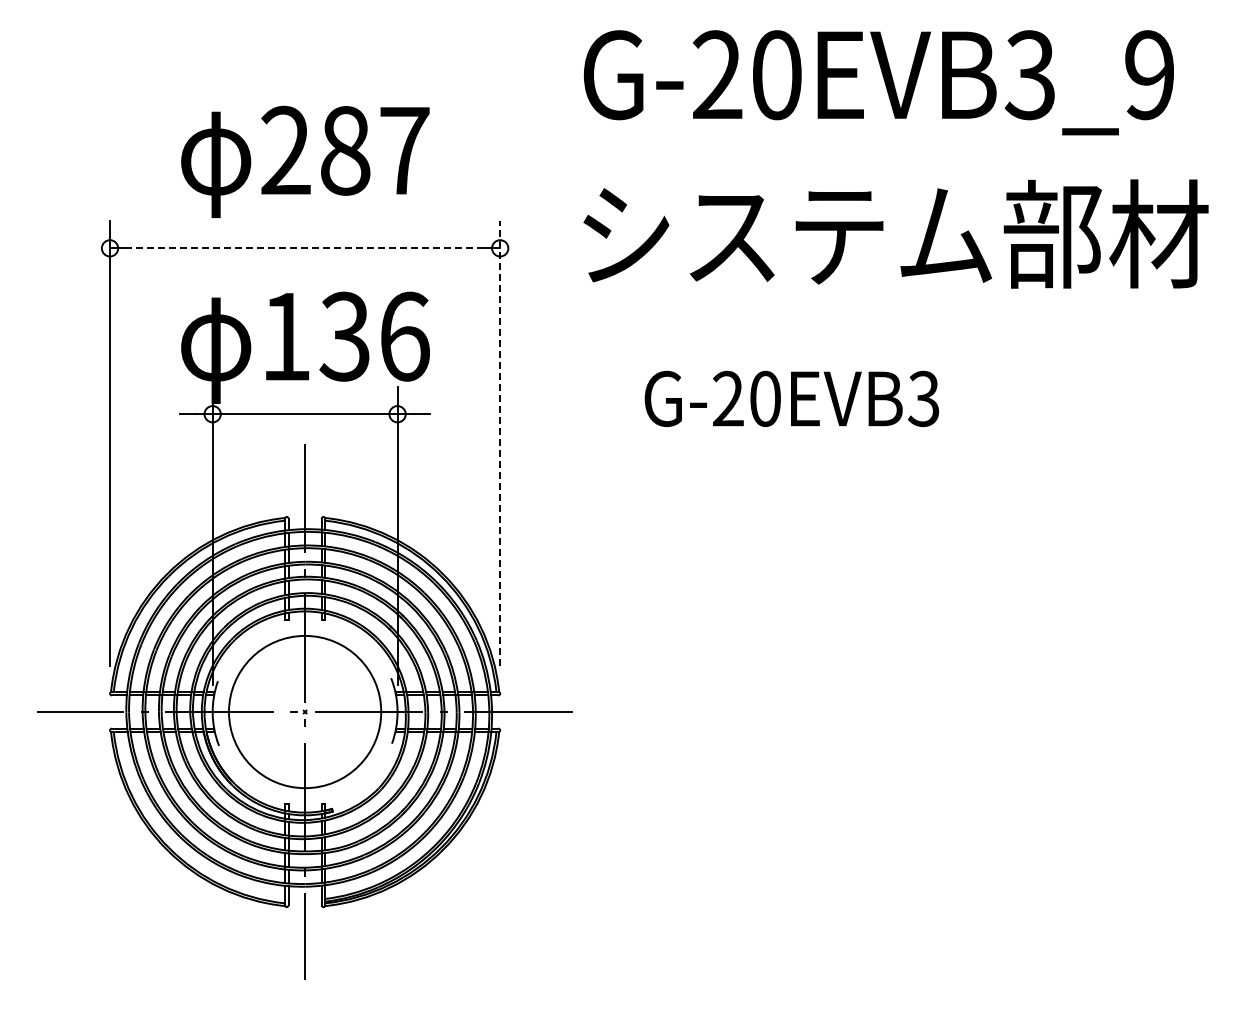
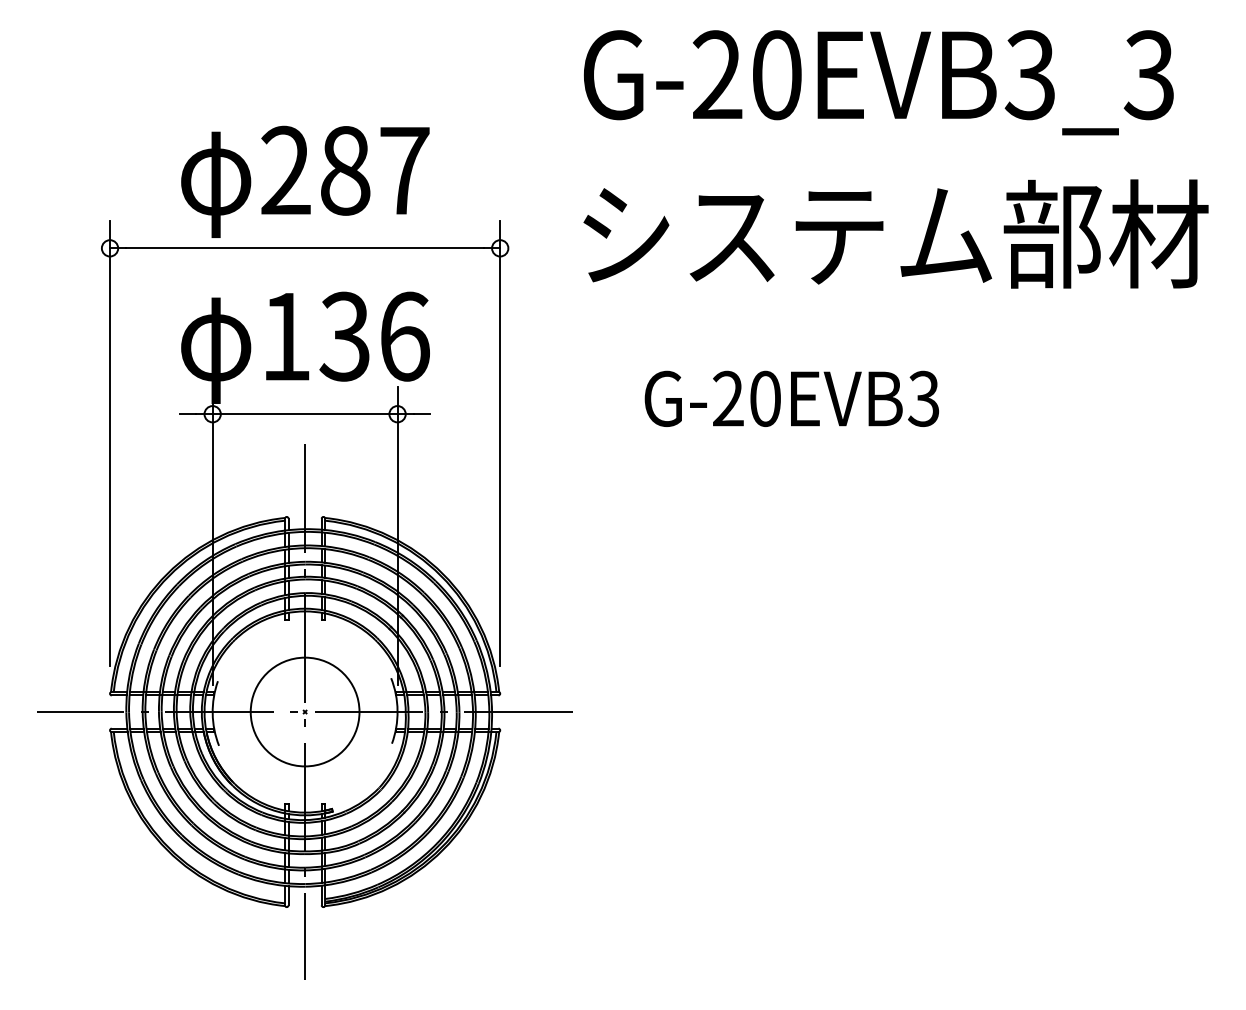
text at (1148, 75): G-20EVB3_9 -> G-20EVB3_3
text at (305, 161) position: (305, 161) -> (305, 181)
line at (305, 248): dashed -> solid
line at (500, 443): dashed -> solid
circle at (304, 711) diameter: 152 px -> 109 px
